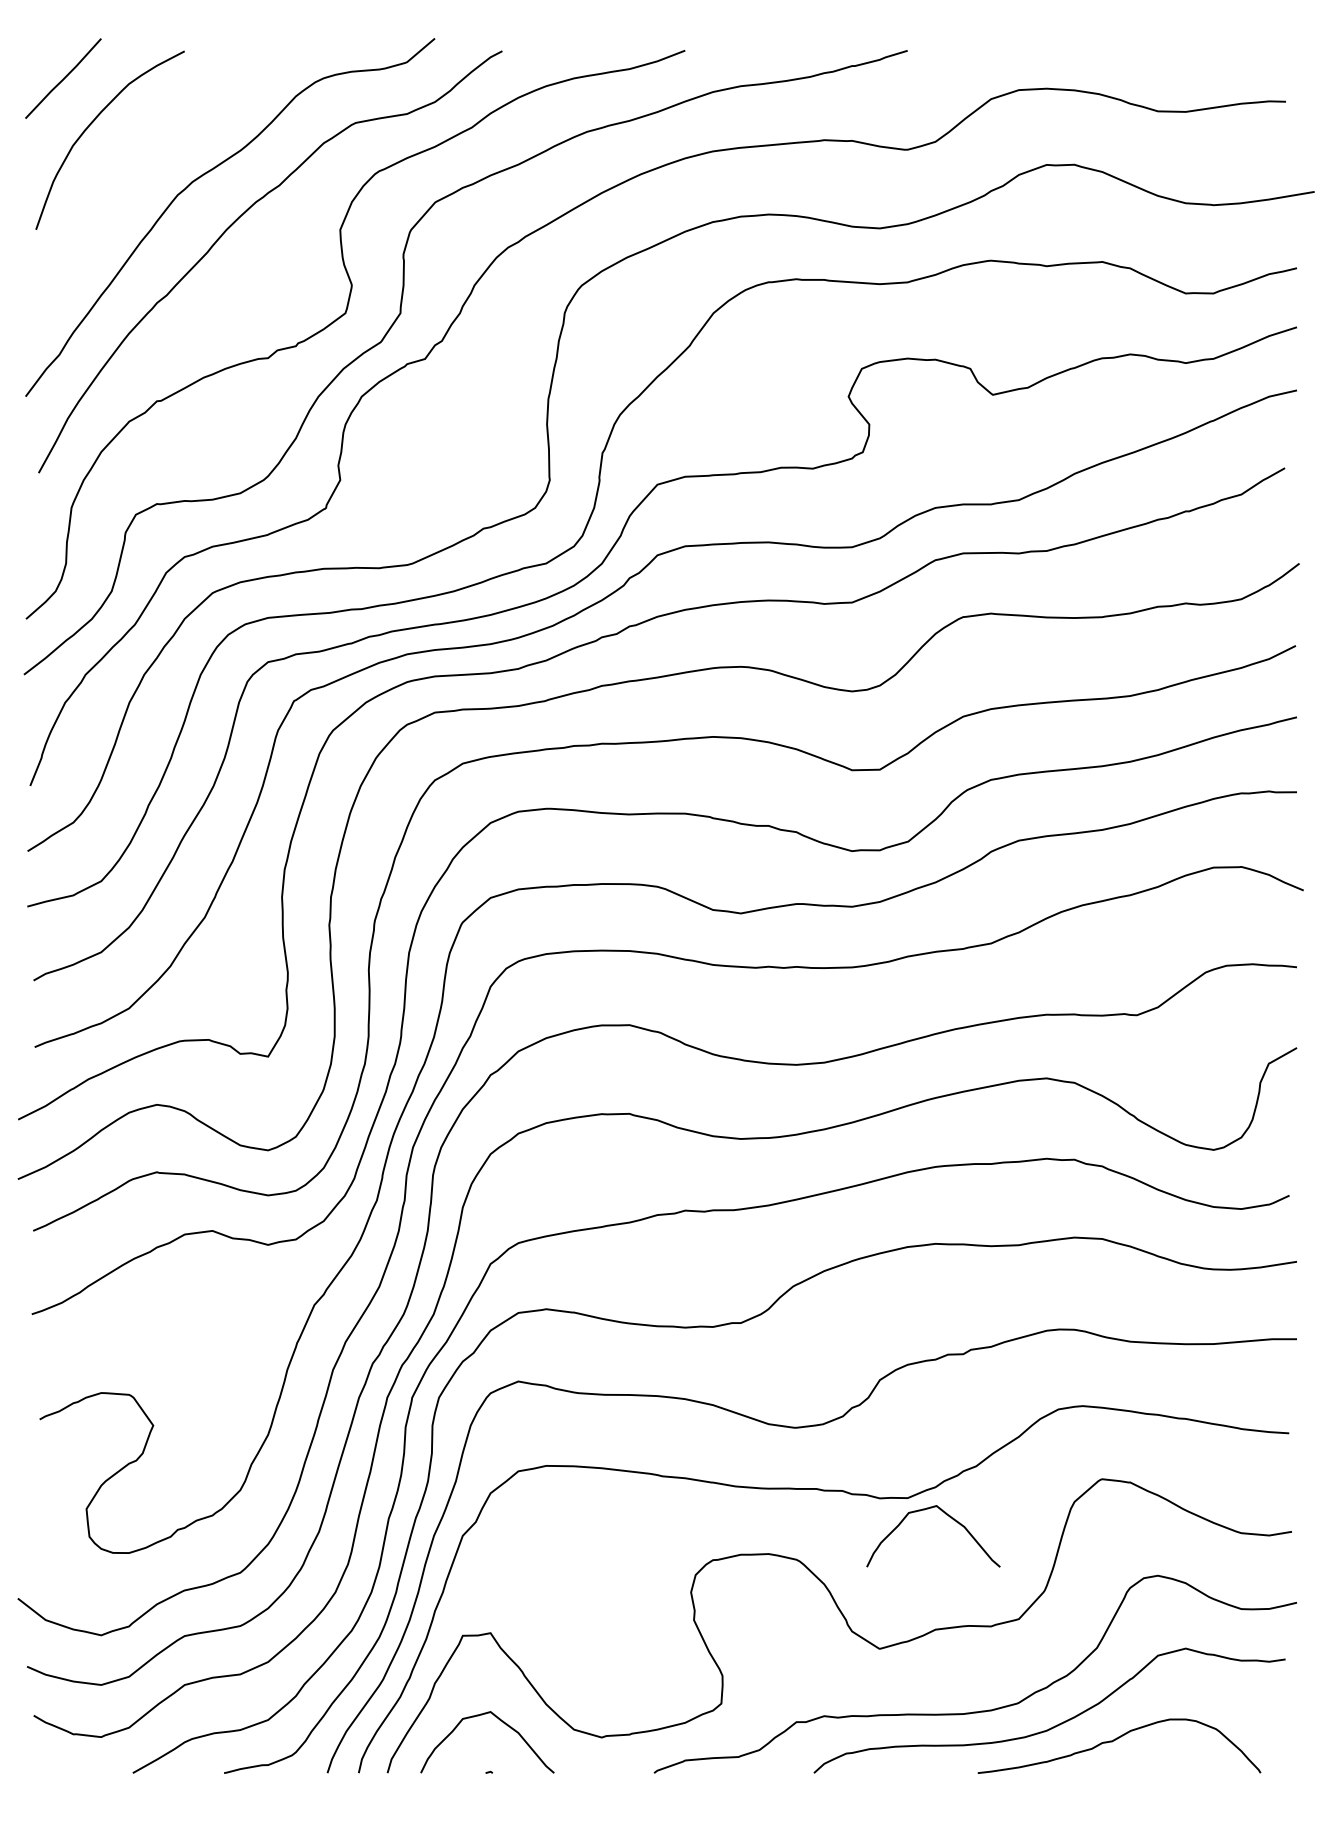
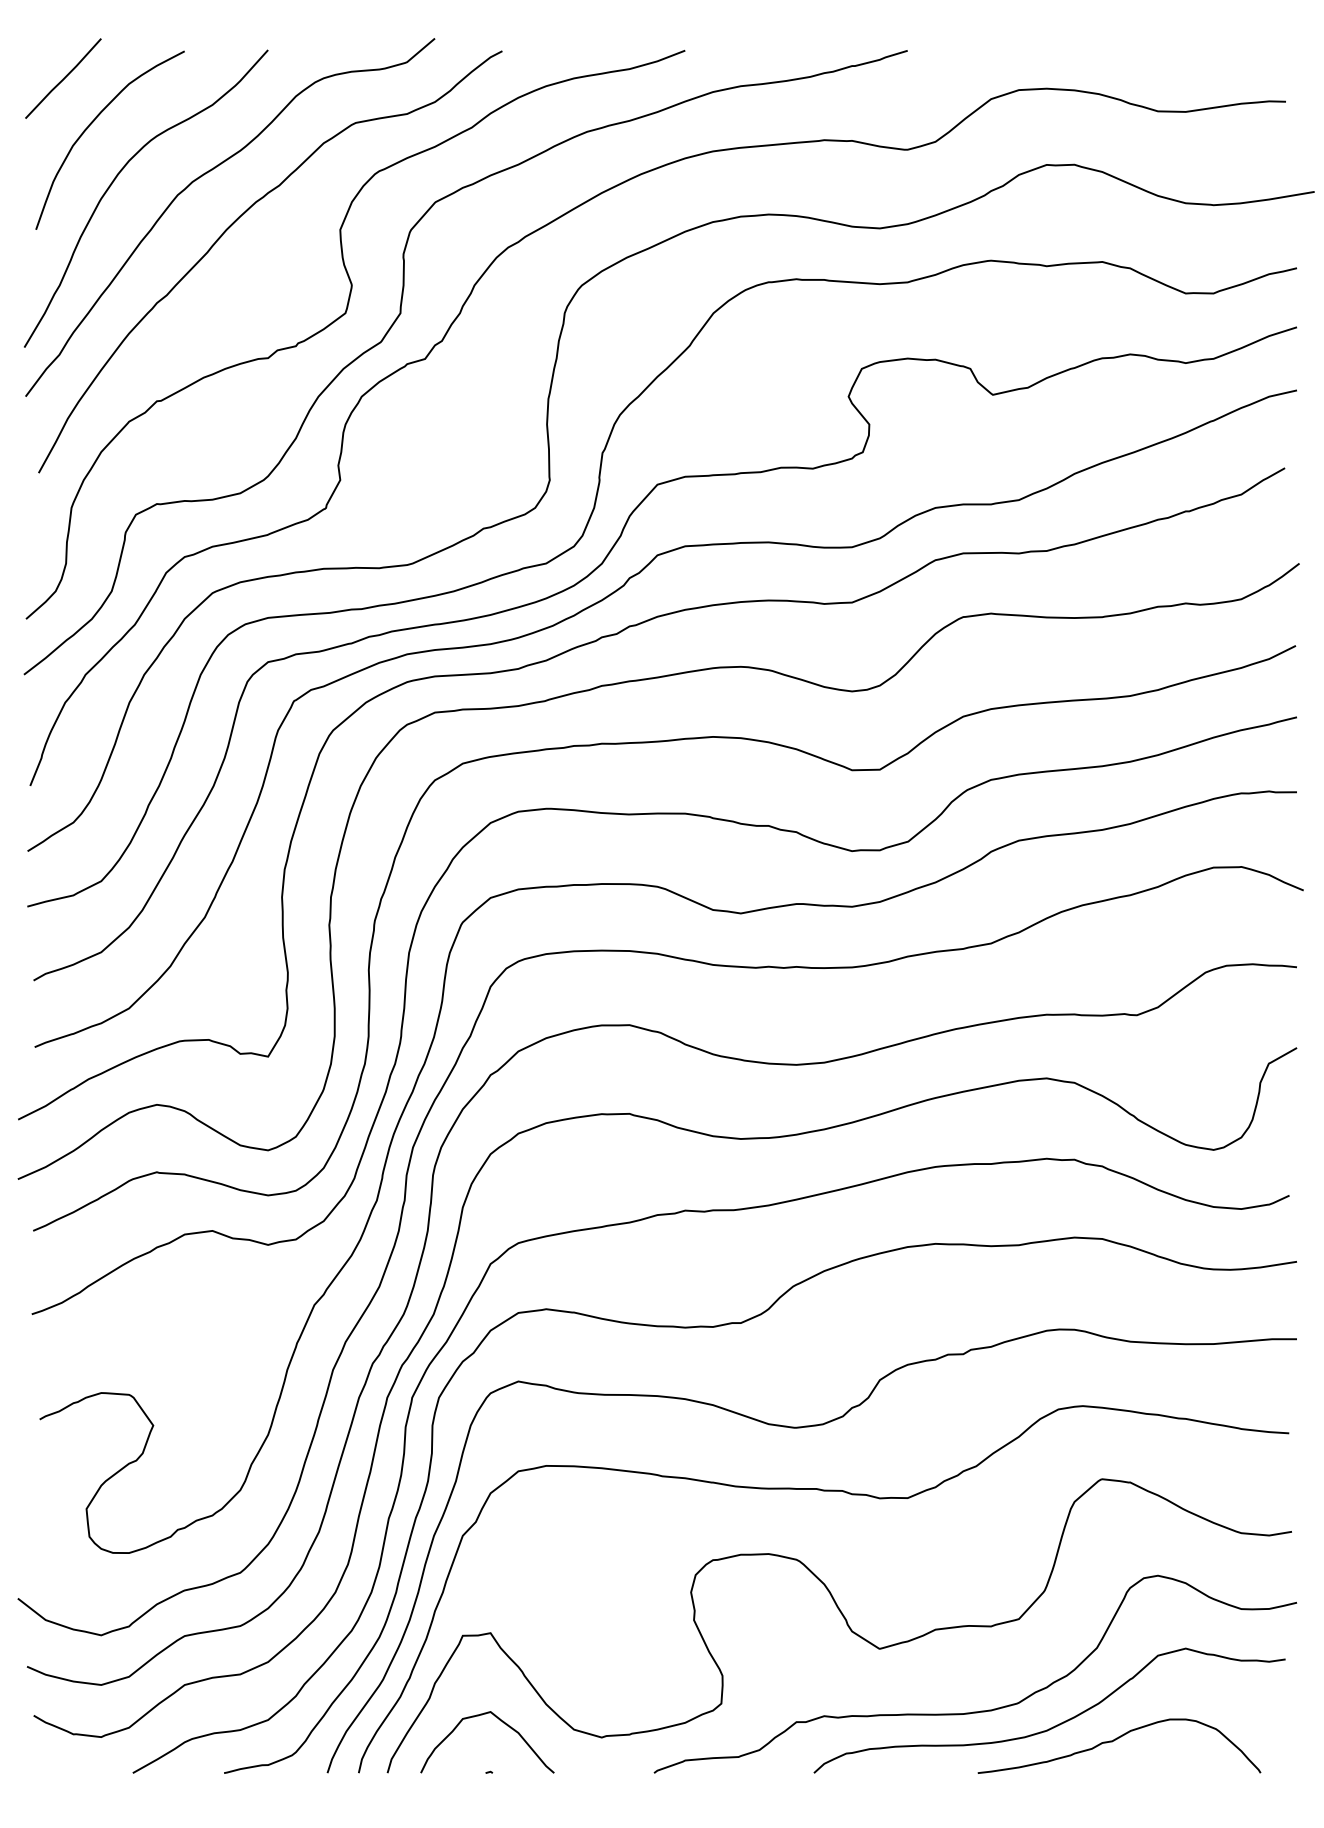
curve at (116, 178): none -> present
curve at (946, 1515): present -> none
